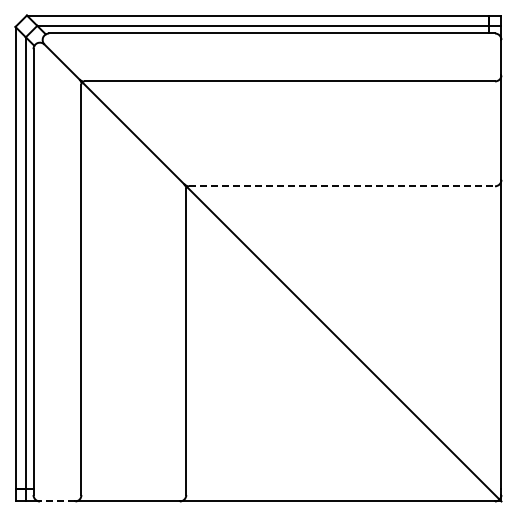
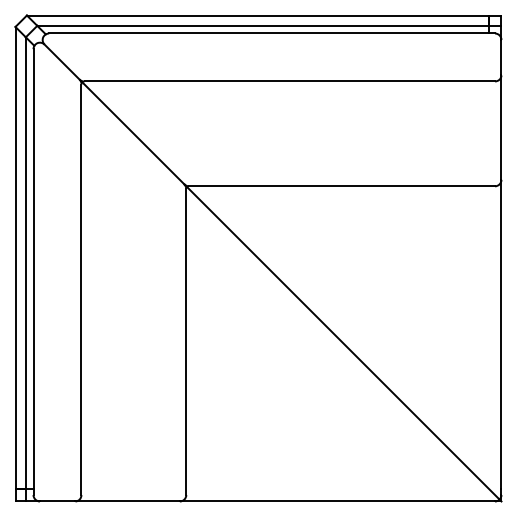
line at (342, 186): dashed -> solid
line at (57, 501): dashed -> solid
